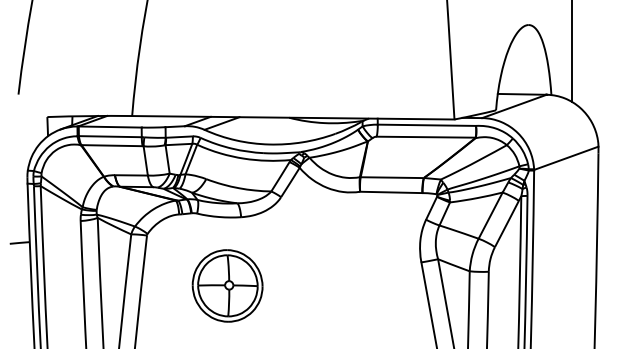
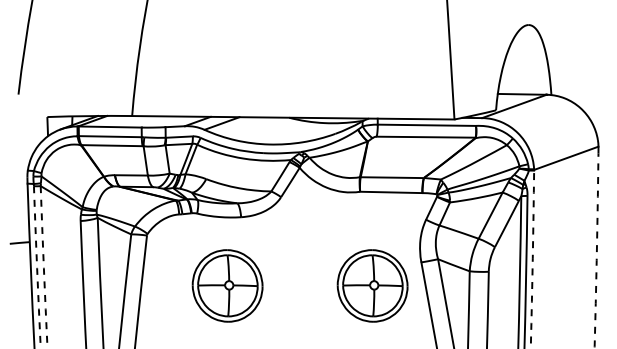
line at (572, 52): present -> none
arc at (596, 250): solid -> dashed
arc at (532, 259): solid -> dashed
arc at (37, 268): solid -> dashed
arc at (43, 268): solid -> dashed
part at (372, 285): none -> present
